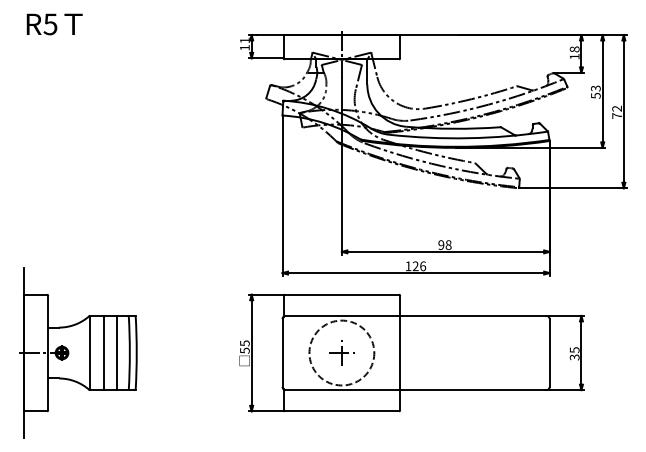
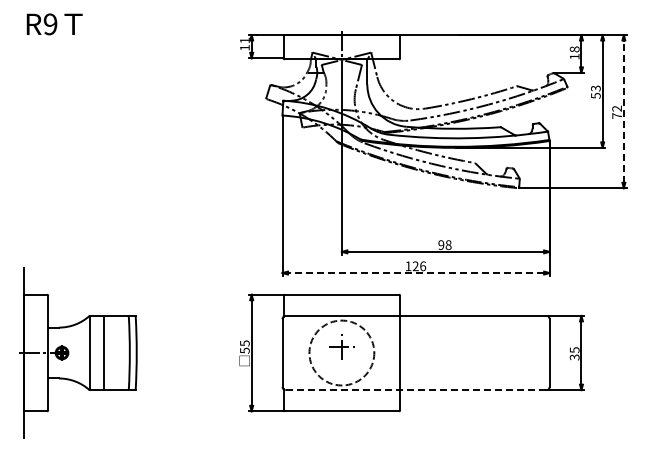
text at (50, 24): R5 -> R9
line at (623, 111): solid -> dashed
line at (415, 273): solid -> dashed
line at (116, 352): present -> none
part at (341, 352) position: (341, 352) -> (341, 346)
line at (416, 390): solid -> dashed
